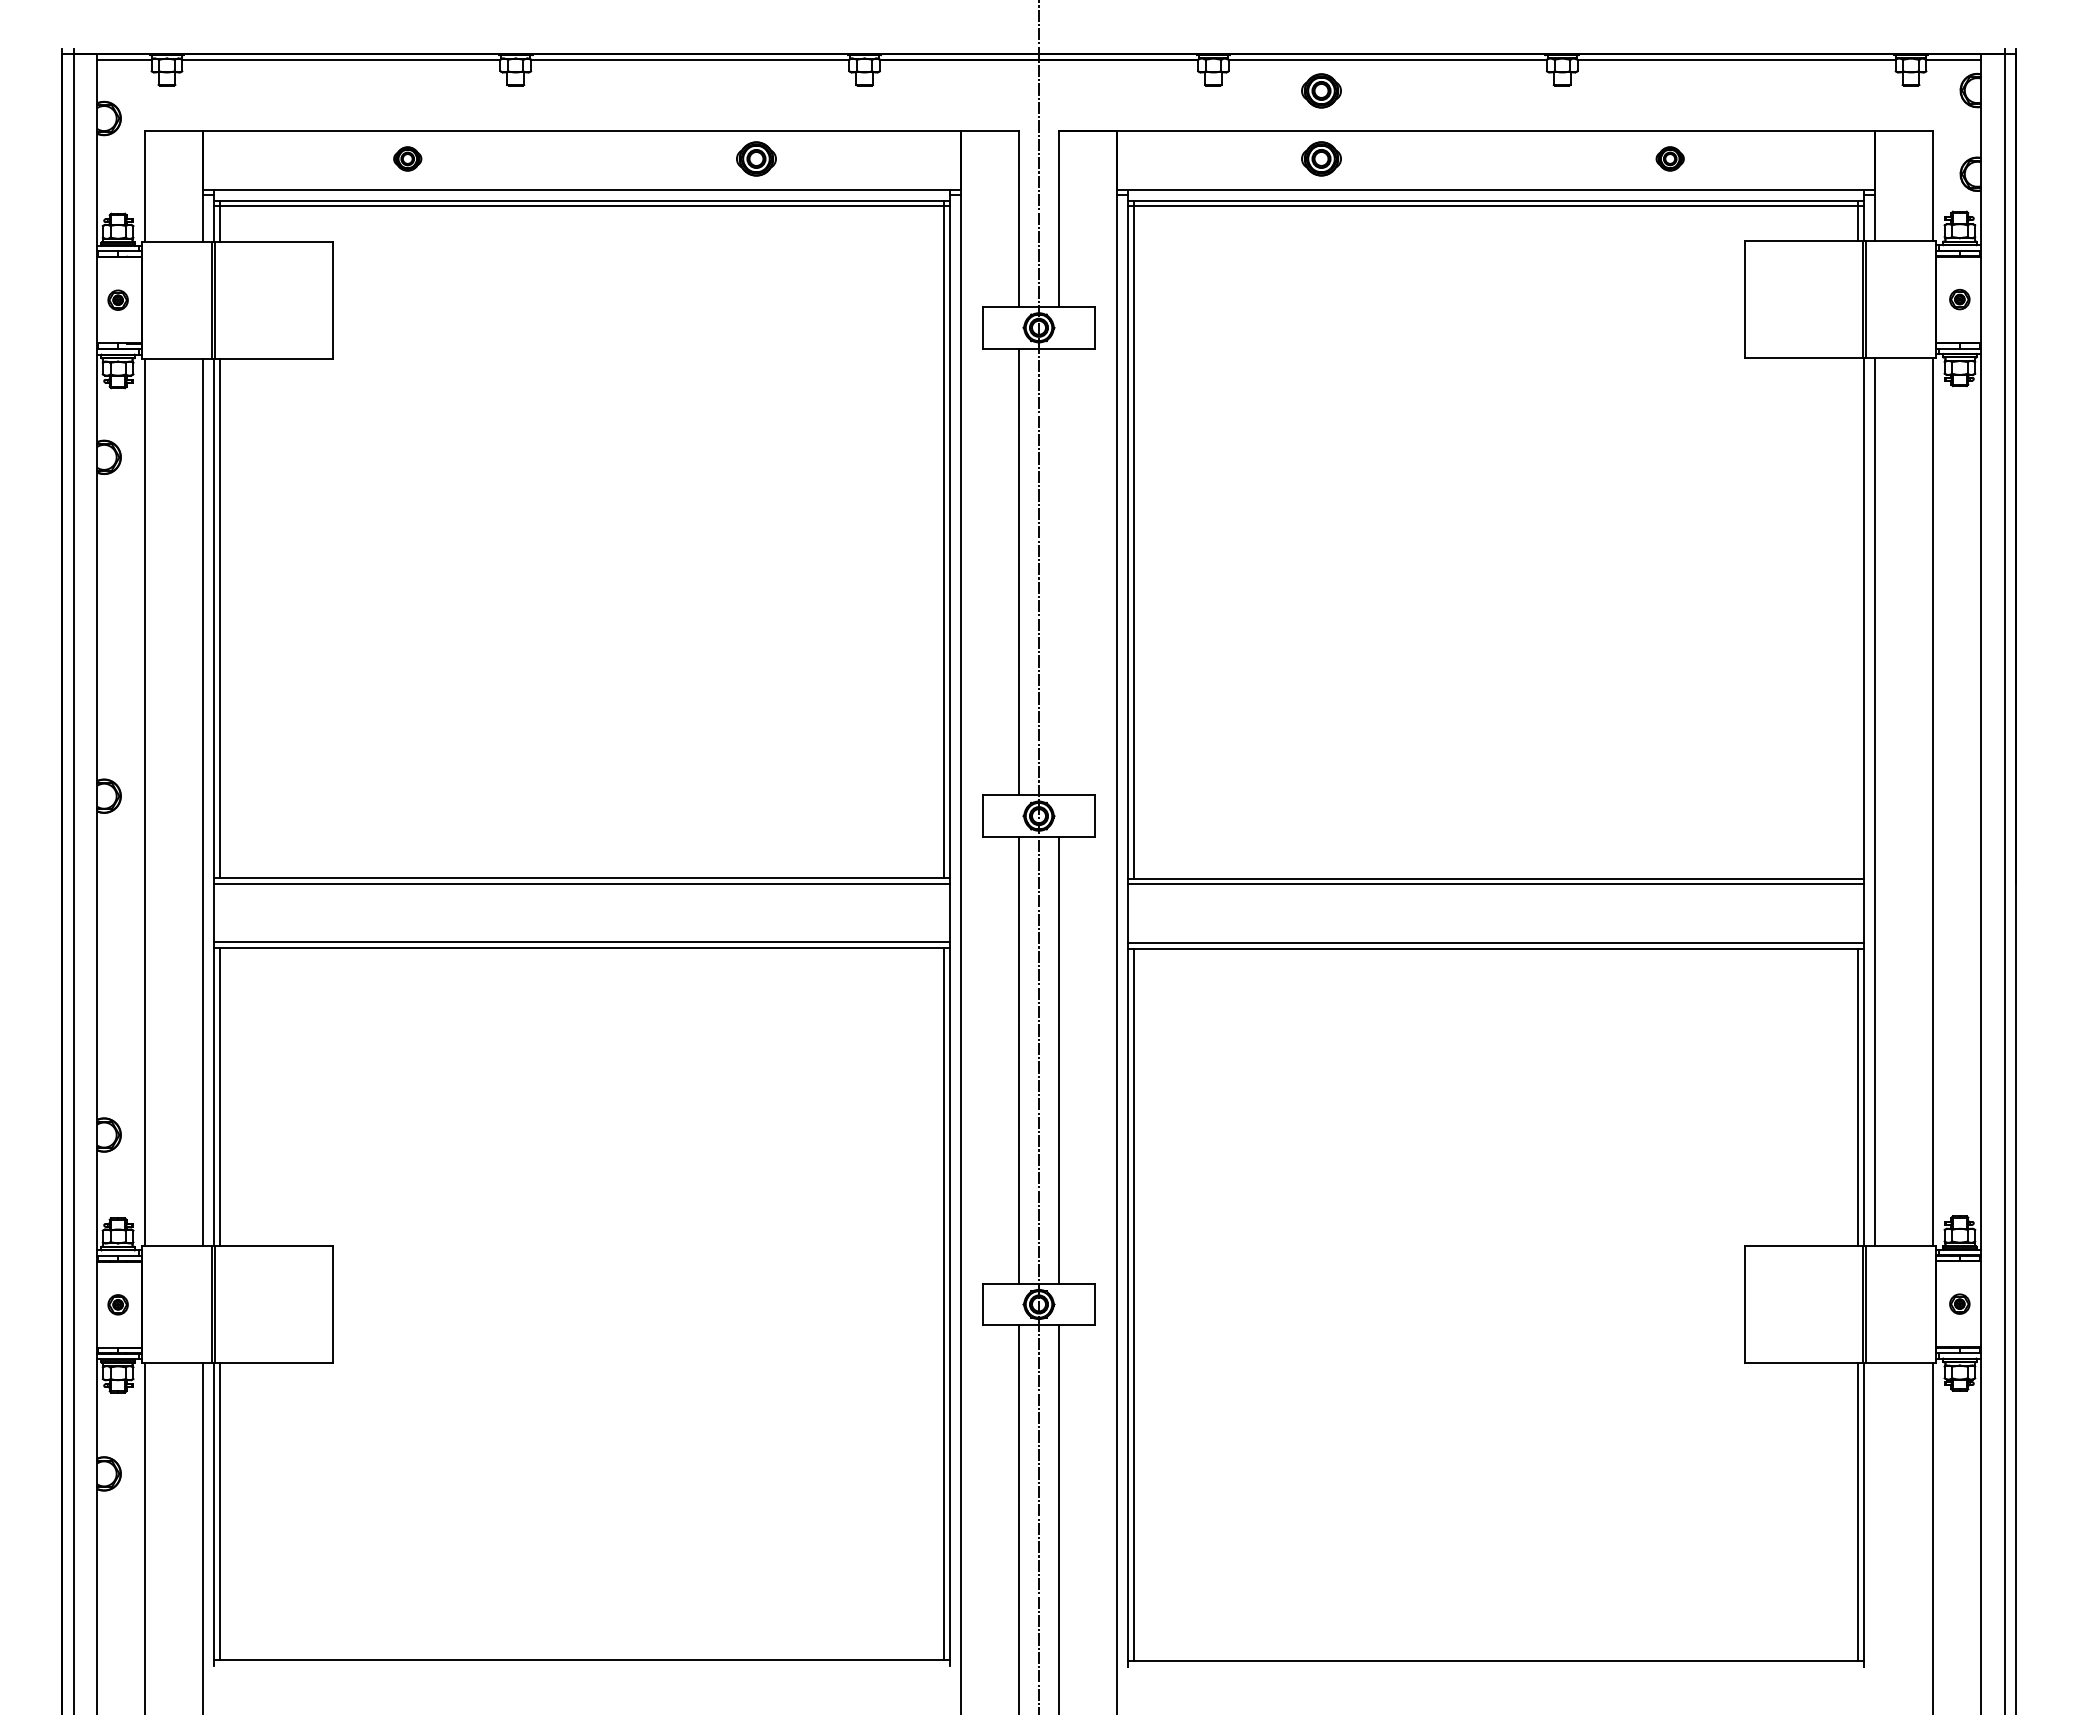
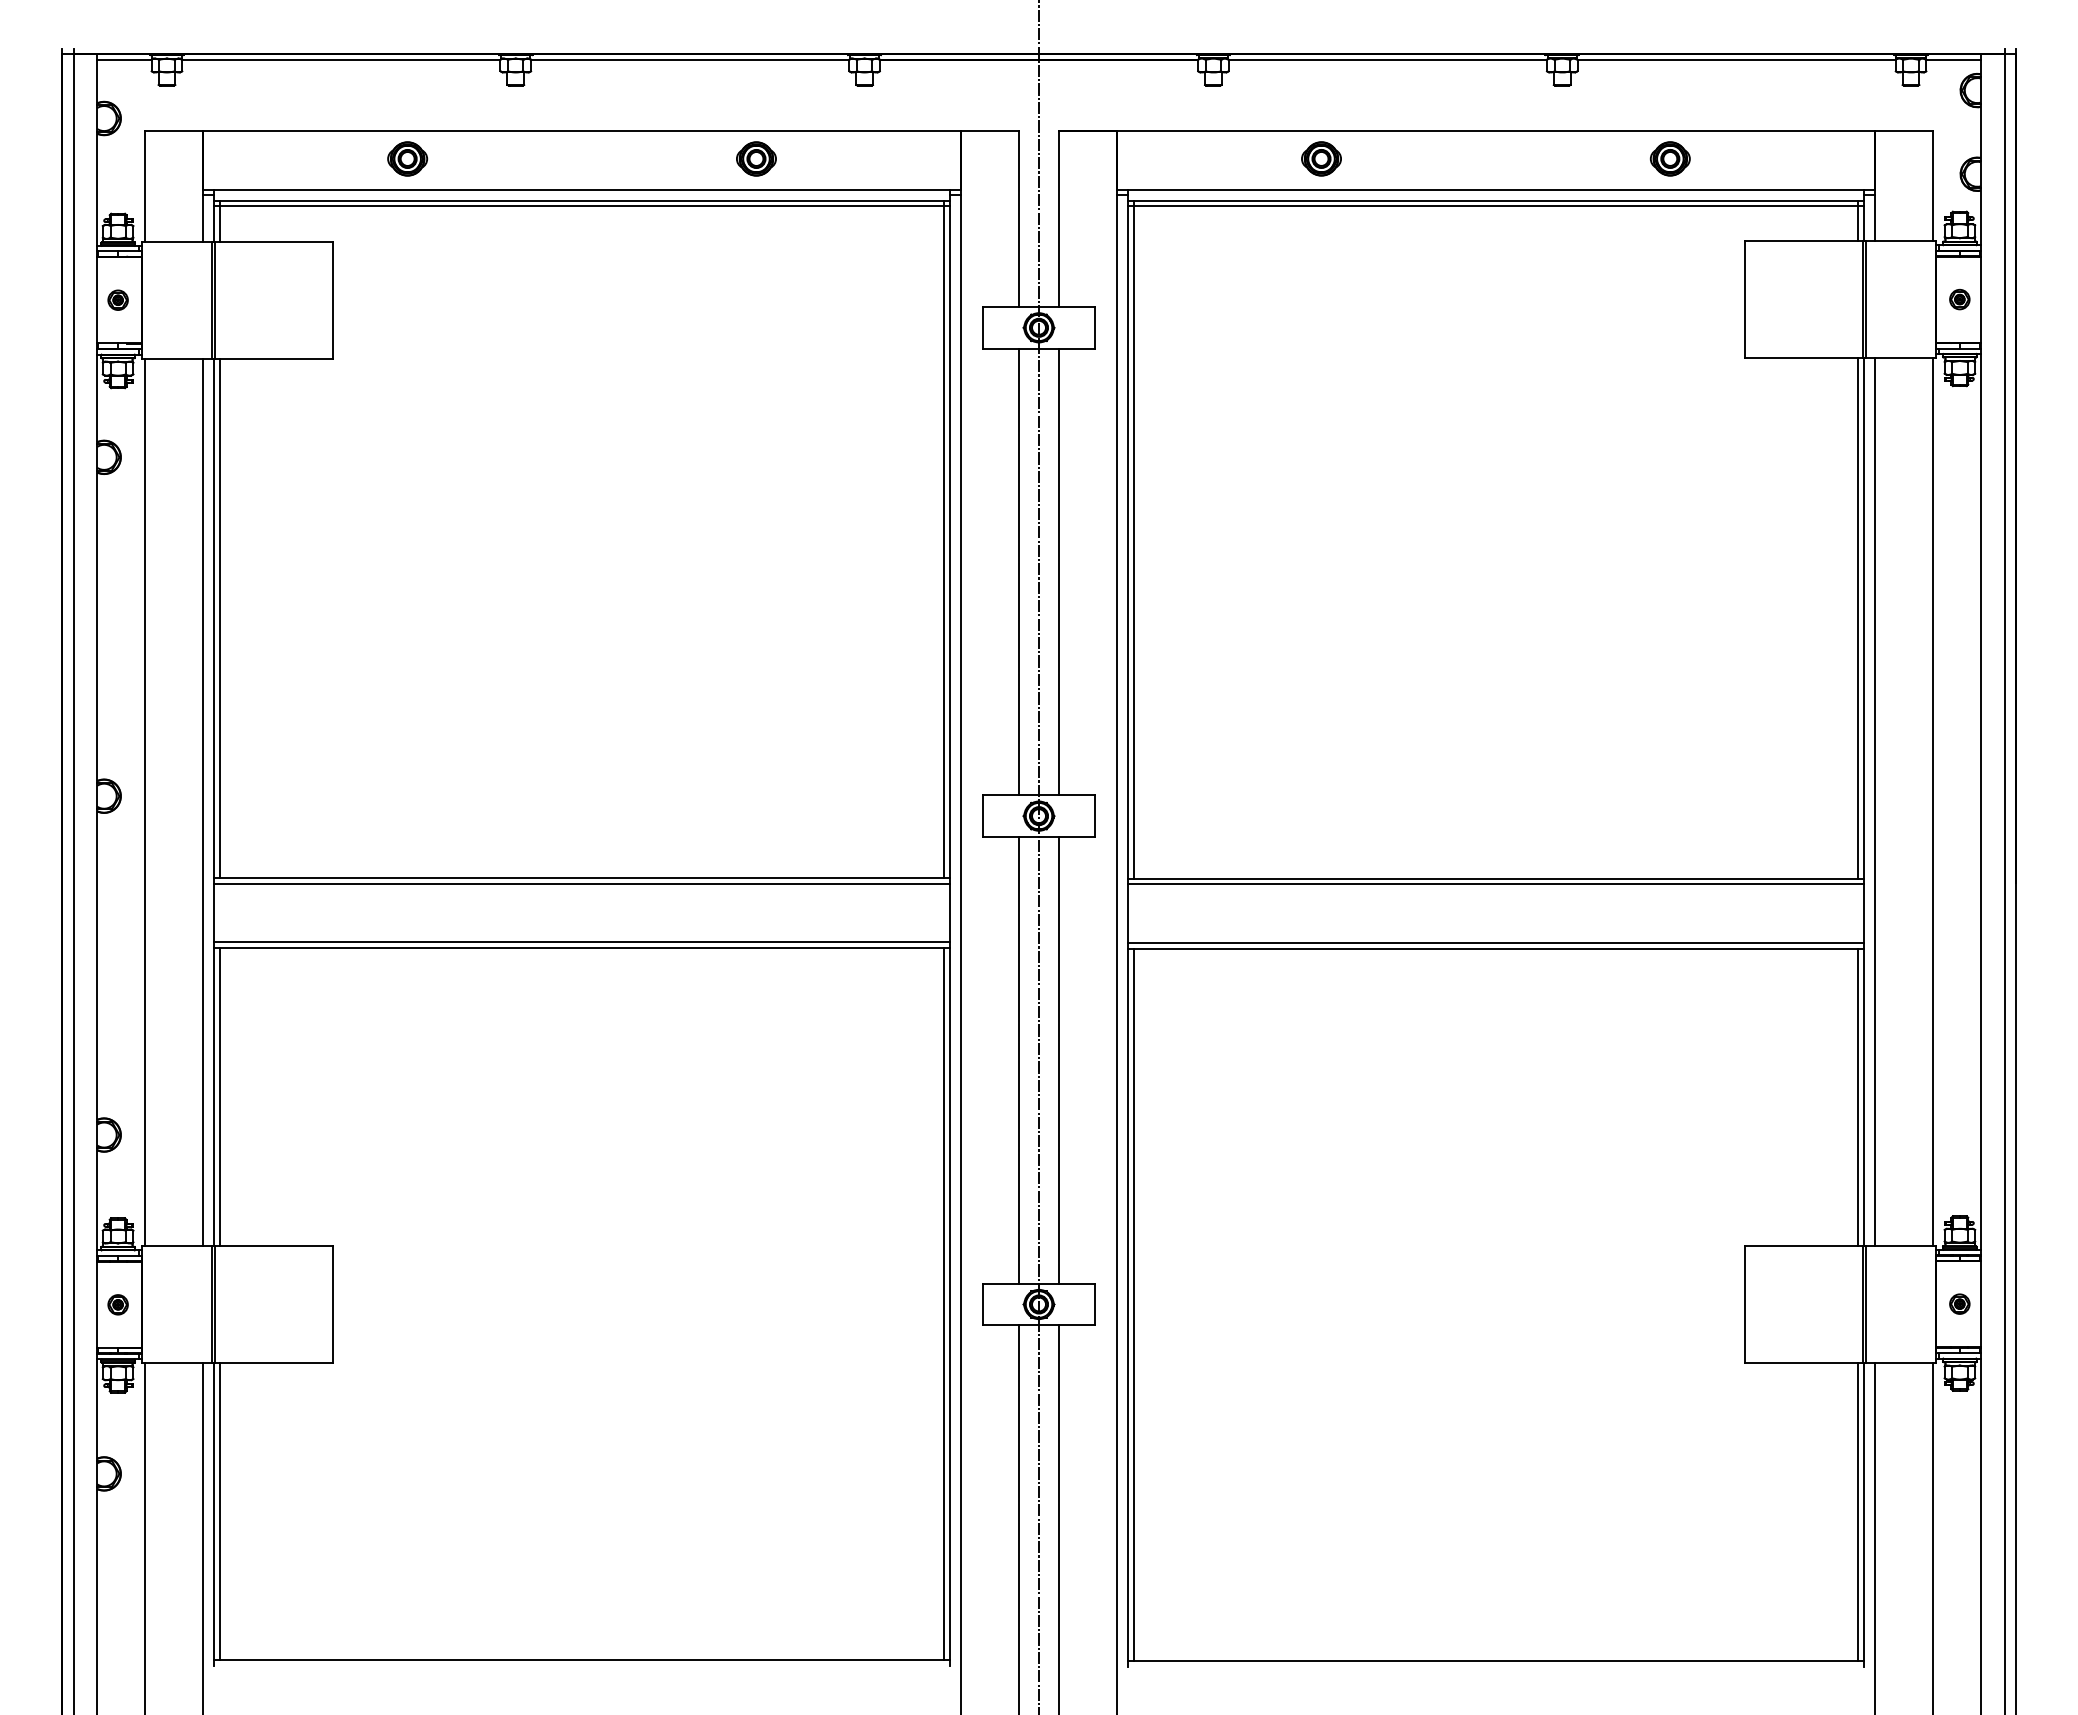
part at (1321, 90): present -> none
part at (407, 158) size: 30x26 px -> 42x36 px
part at (1669, 158) size: 30x26 px -> 42x36 px
line at (1058, 571): none -> present
line at (1857, 618): none -> present
line at (1874, 1536): none -> present
